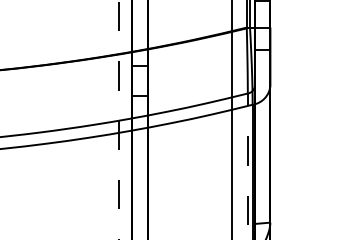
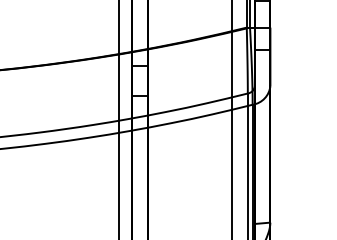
line at (119, 119): dashed -> solid
line at (247, 166): dashed -> solid
